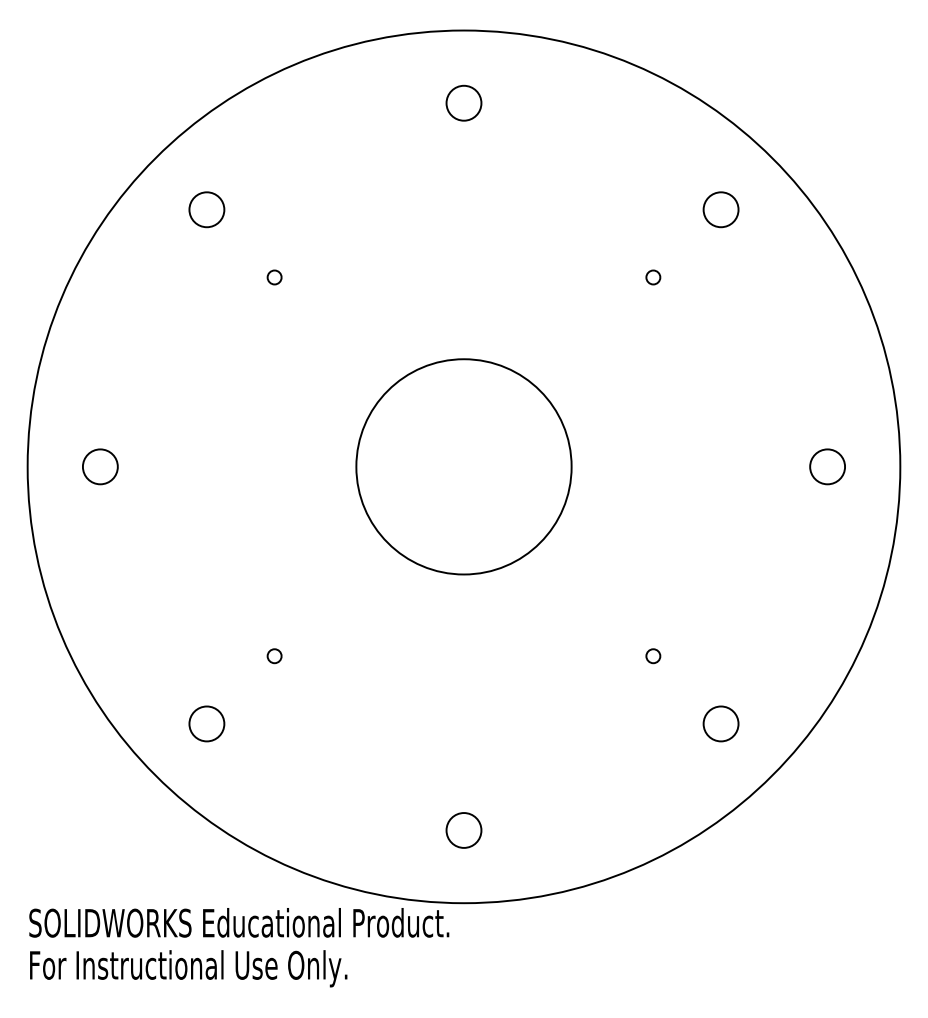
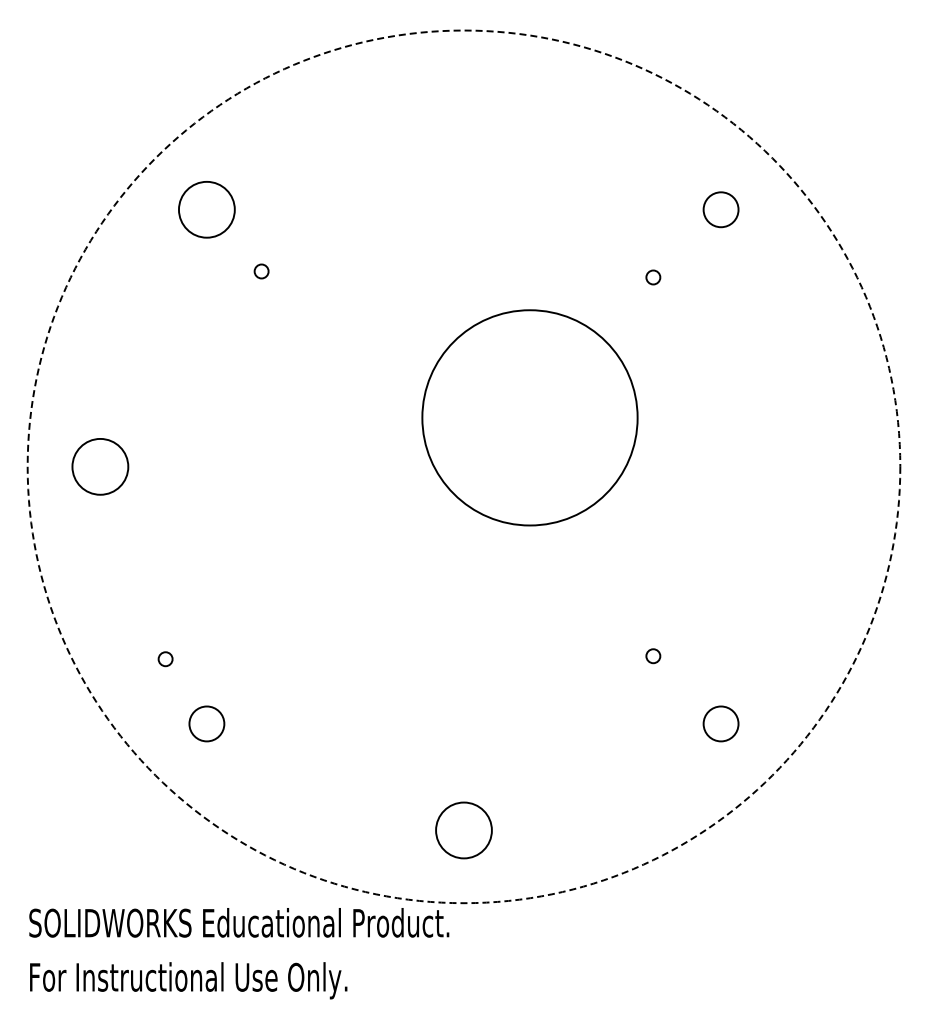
circle at (463, 102): present -> none
circle at (206, 209) diameter: 35 px -> 56 px
circle at (274, 277) position: (274, 277) -> (261, 271)
circle at (99, 466) diameter: 35 px -> 56 px
circle at (463, 466) position: (463, 466) -> (529, 417)
circle at (463, 466): solid -> dashed
circle at (827, 466): present -> none
circle at (274, 656) position: (274, 656) -> (165, 659)
circle at (463, 830) diameter: 35 px -> 56 px
text at (188, 968) position: (188, 968) -> (188, 980)
